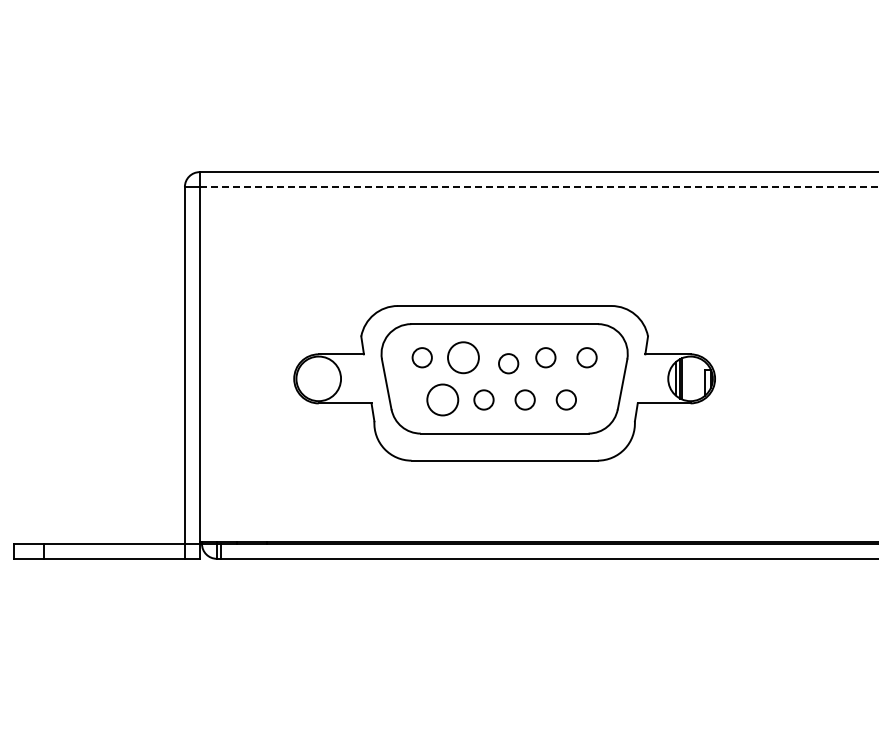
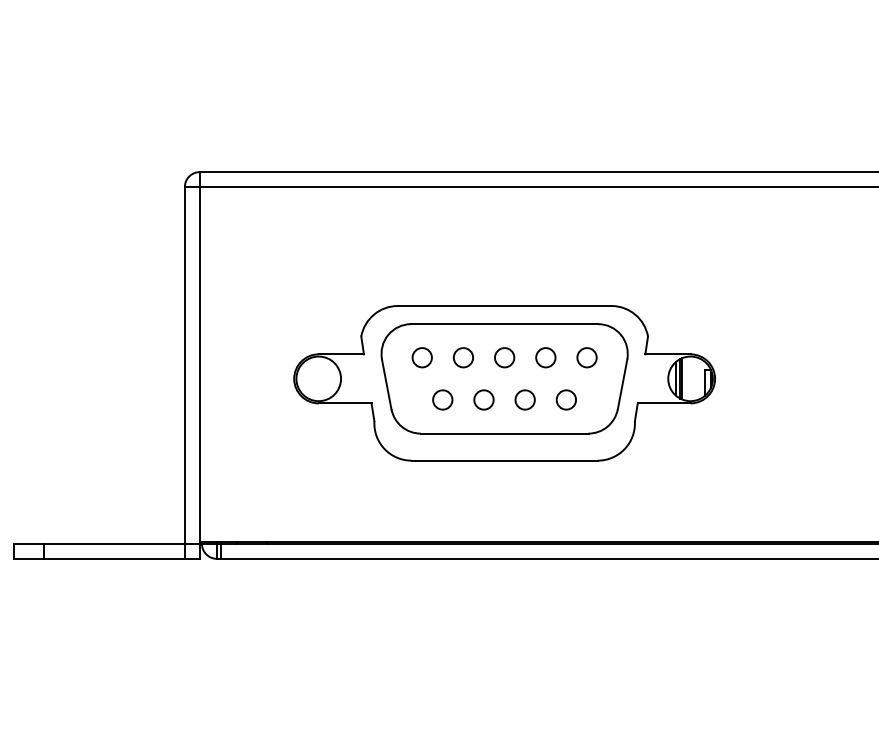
line at (539, 187): dashed -> solid
circle at (463, 357) diameter: 31 px -> 19 px
circle at (508, 363) position: (508, 363) -> (504, 357)
circle at (442, 399) diameter: 31 px -> 19 px
